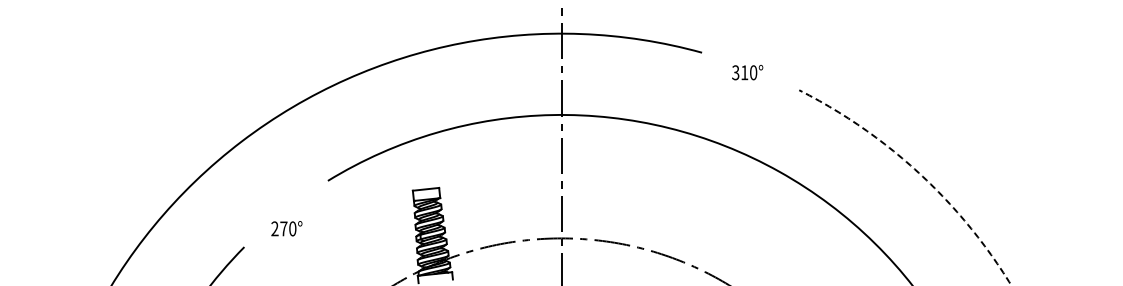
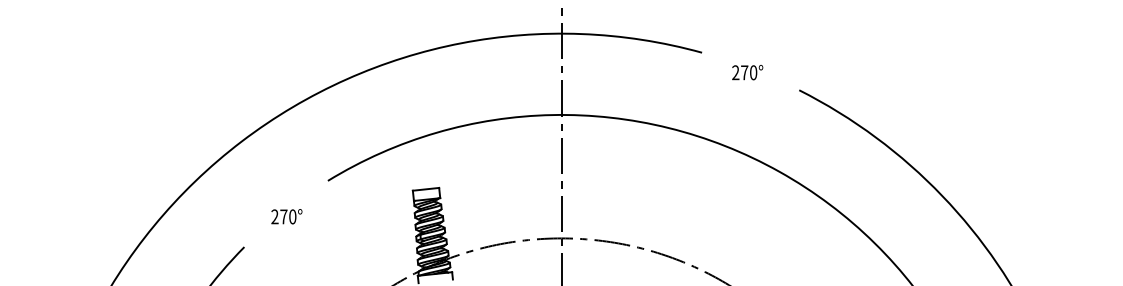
text at (740, 72): 310° -> 270°
arc at (918, 172): dashed -> solid
text at (286, 228) position: (286, 228) -> (286, 216)
